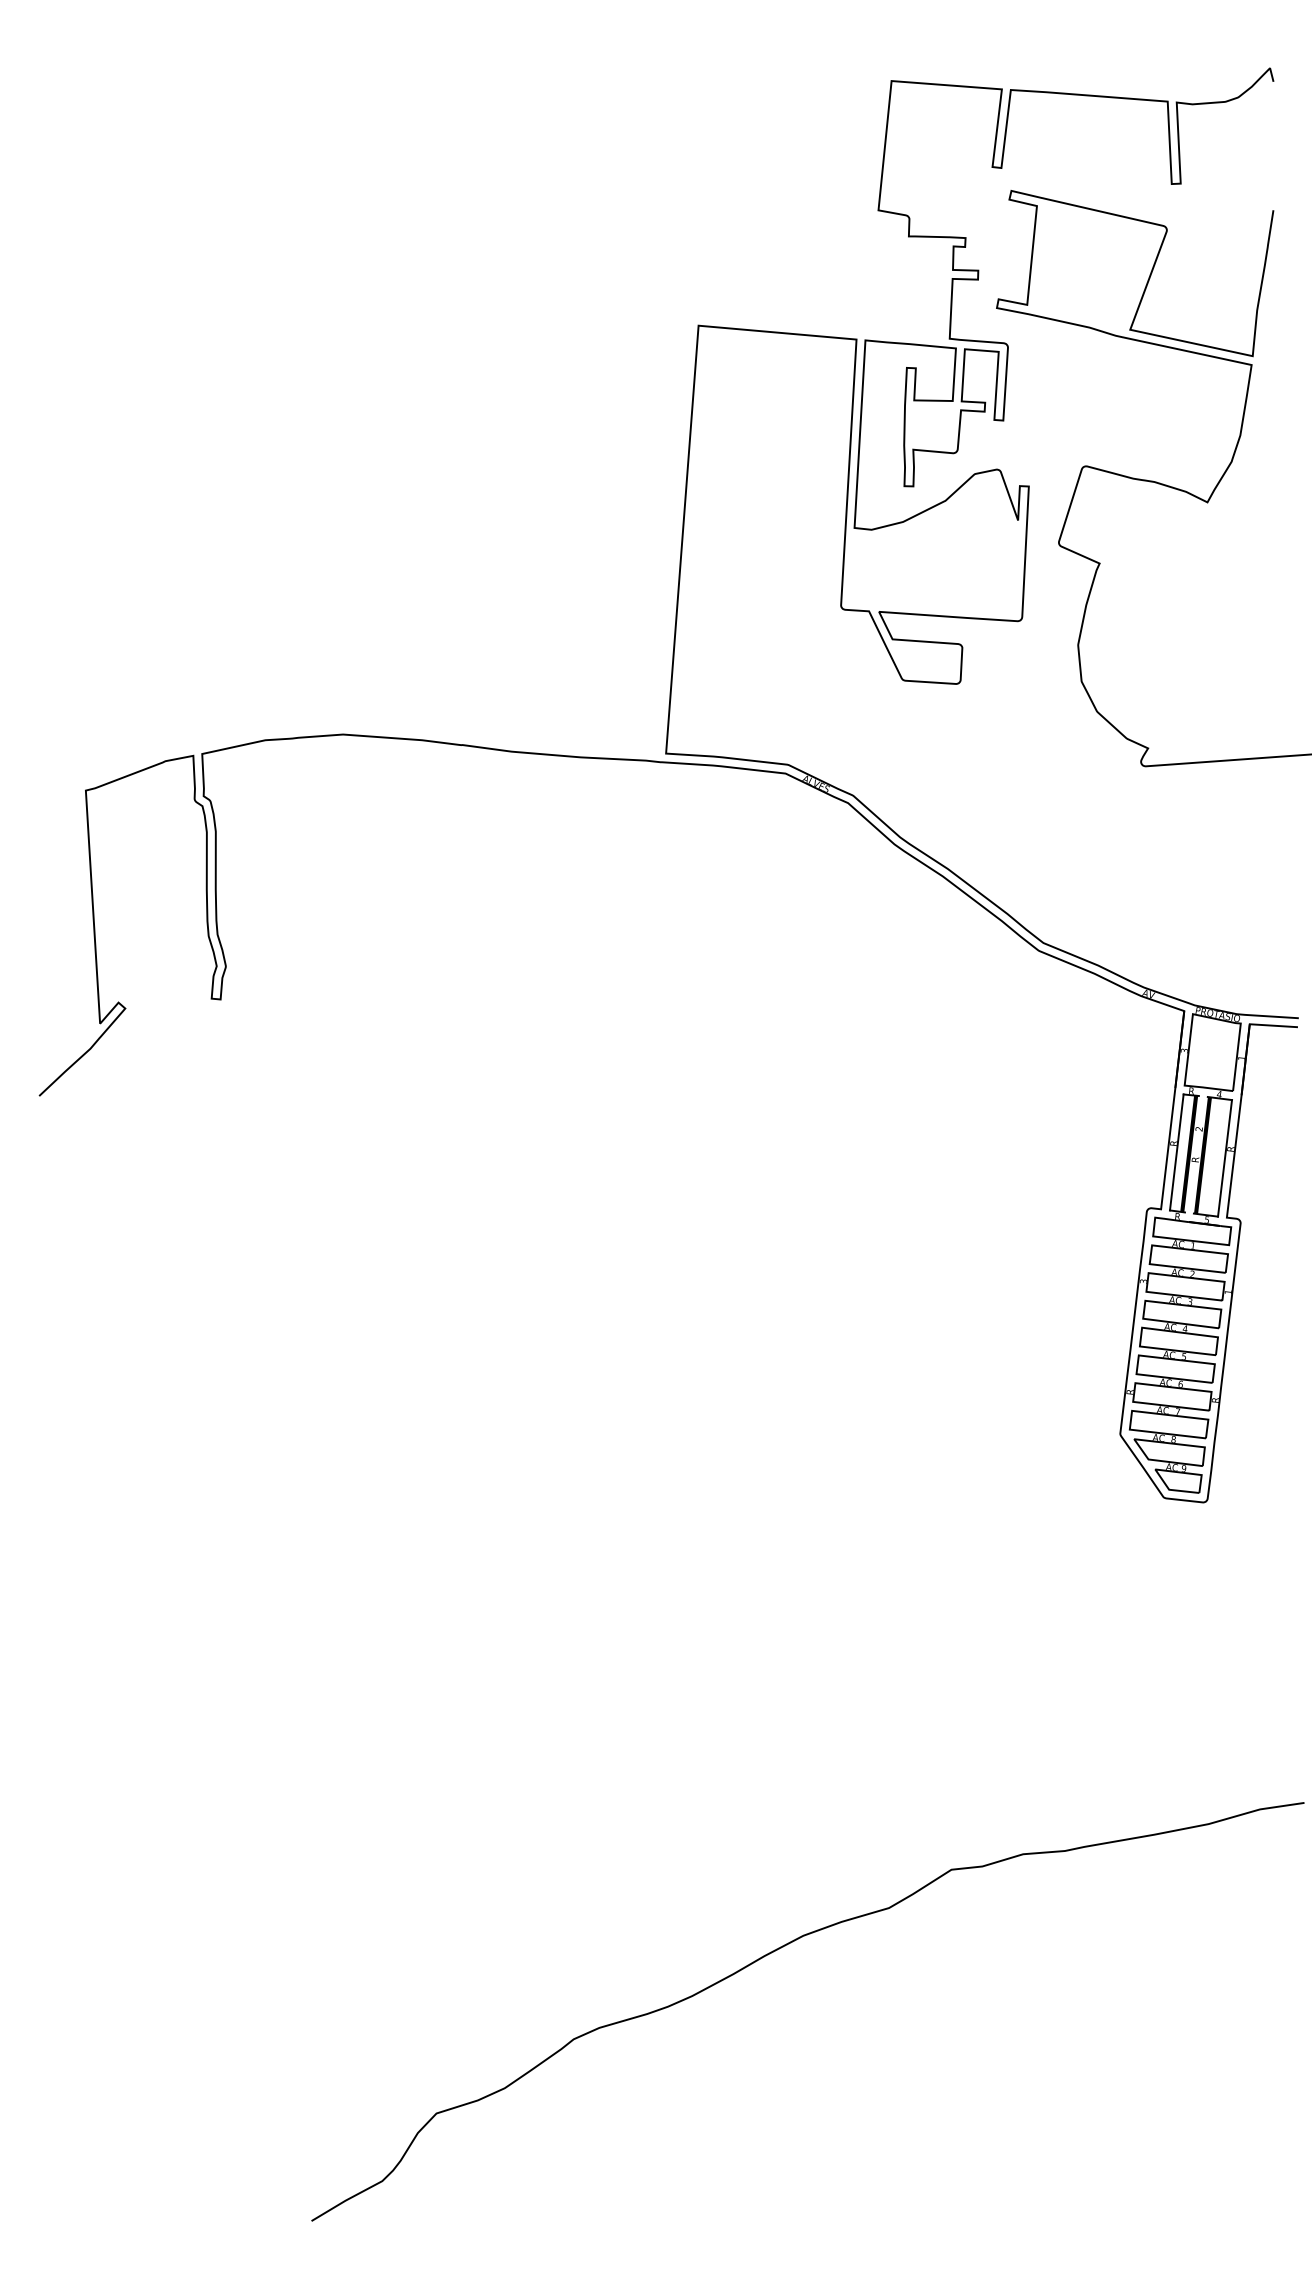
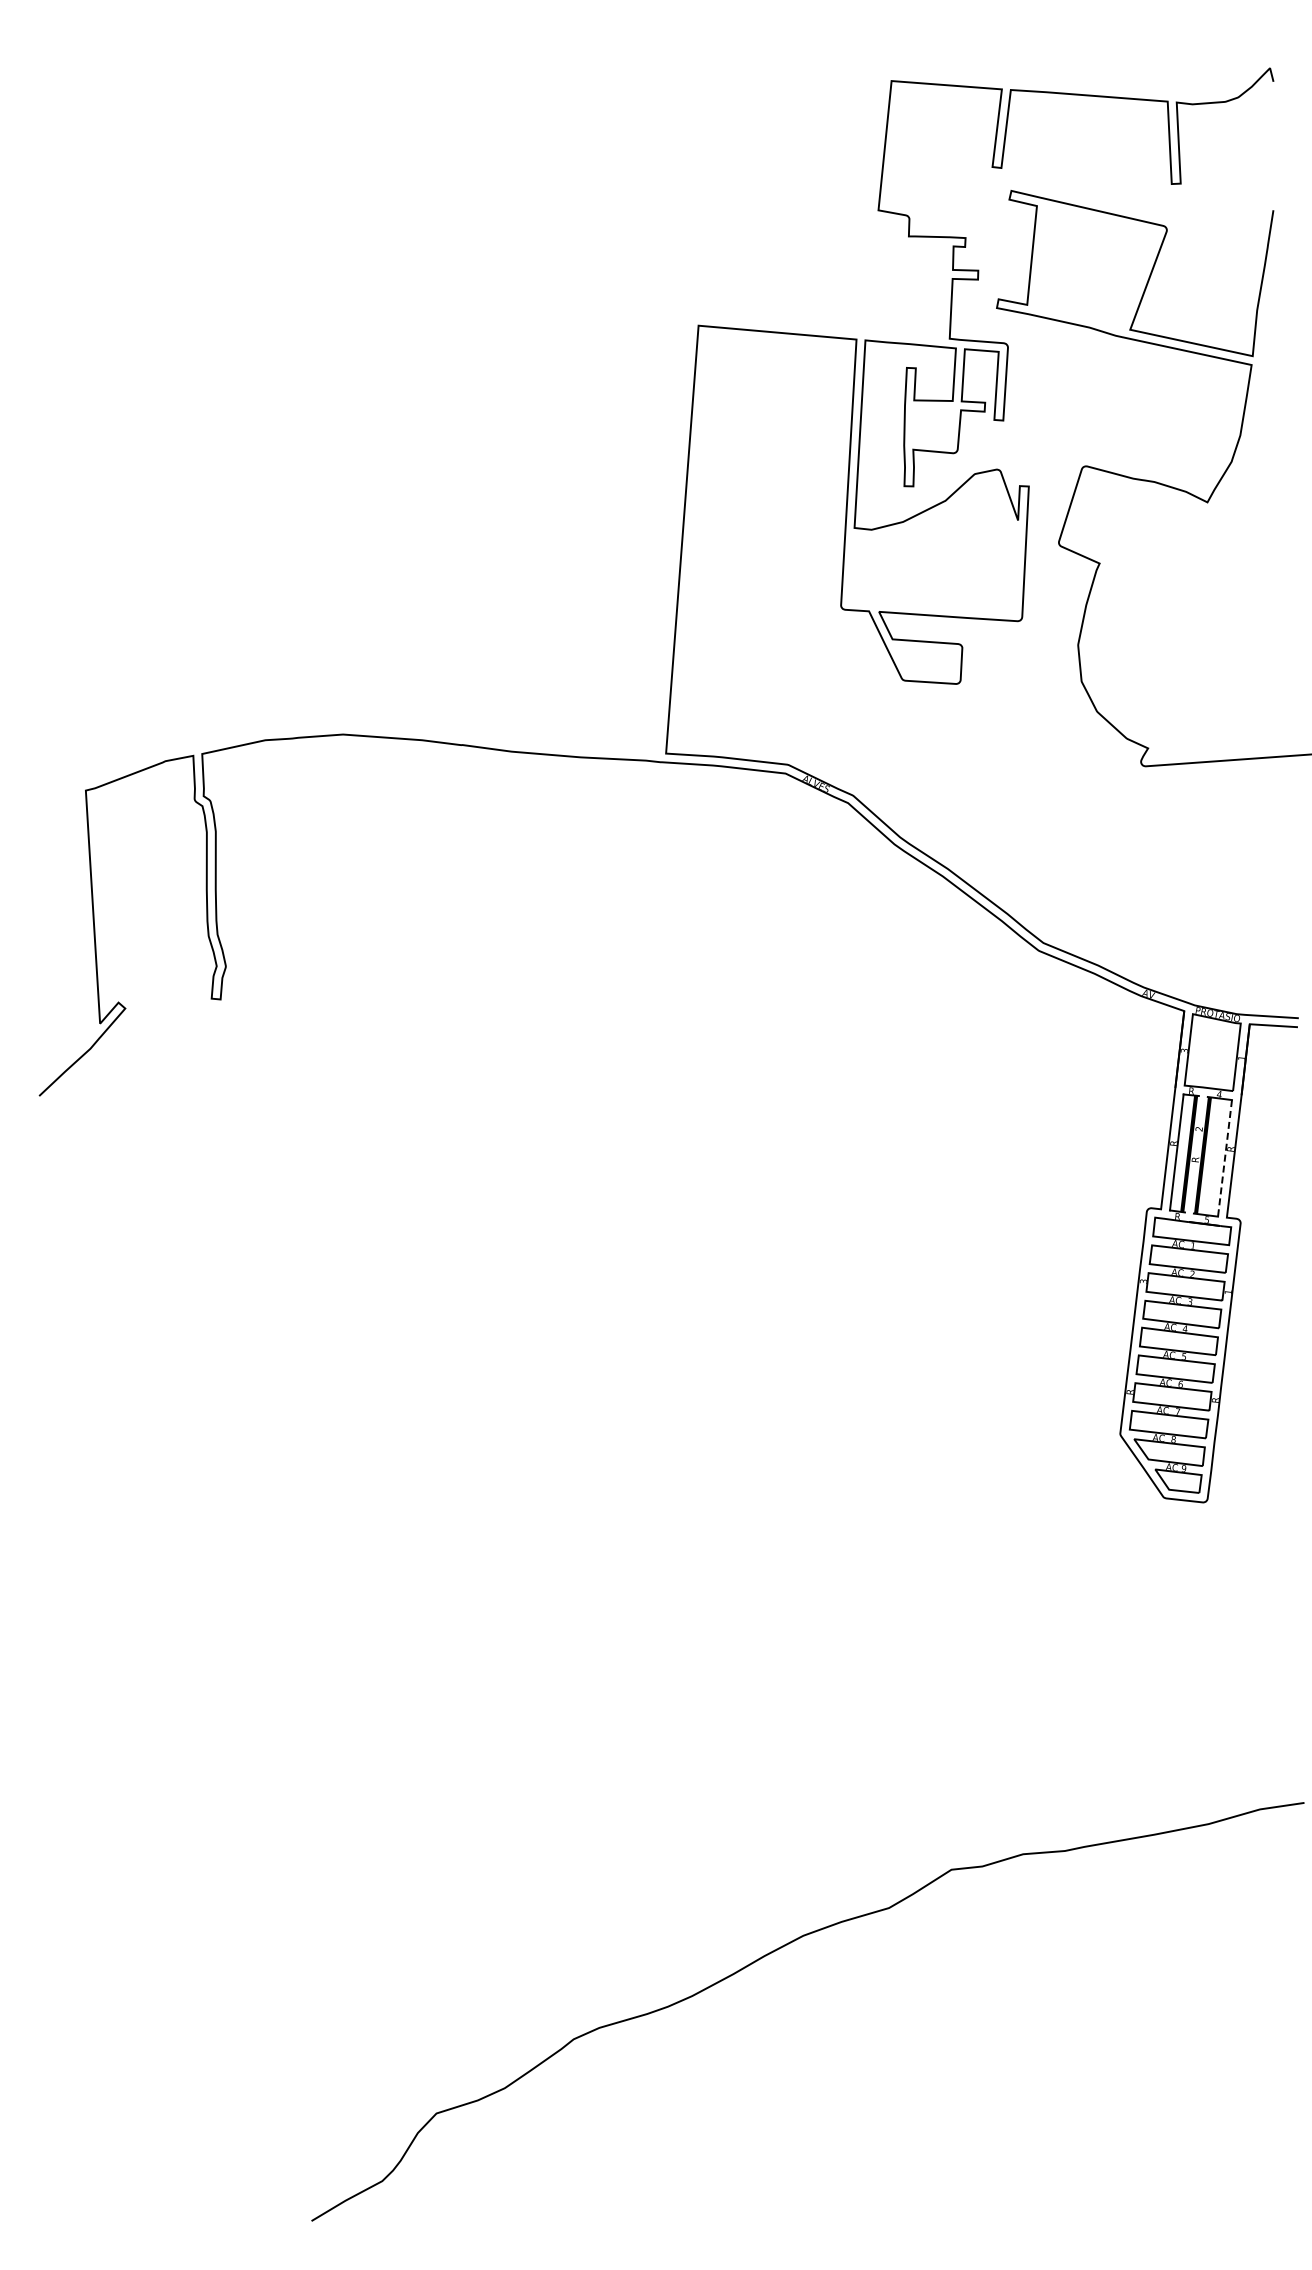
line at (1225, 1158): solid -> dashed
